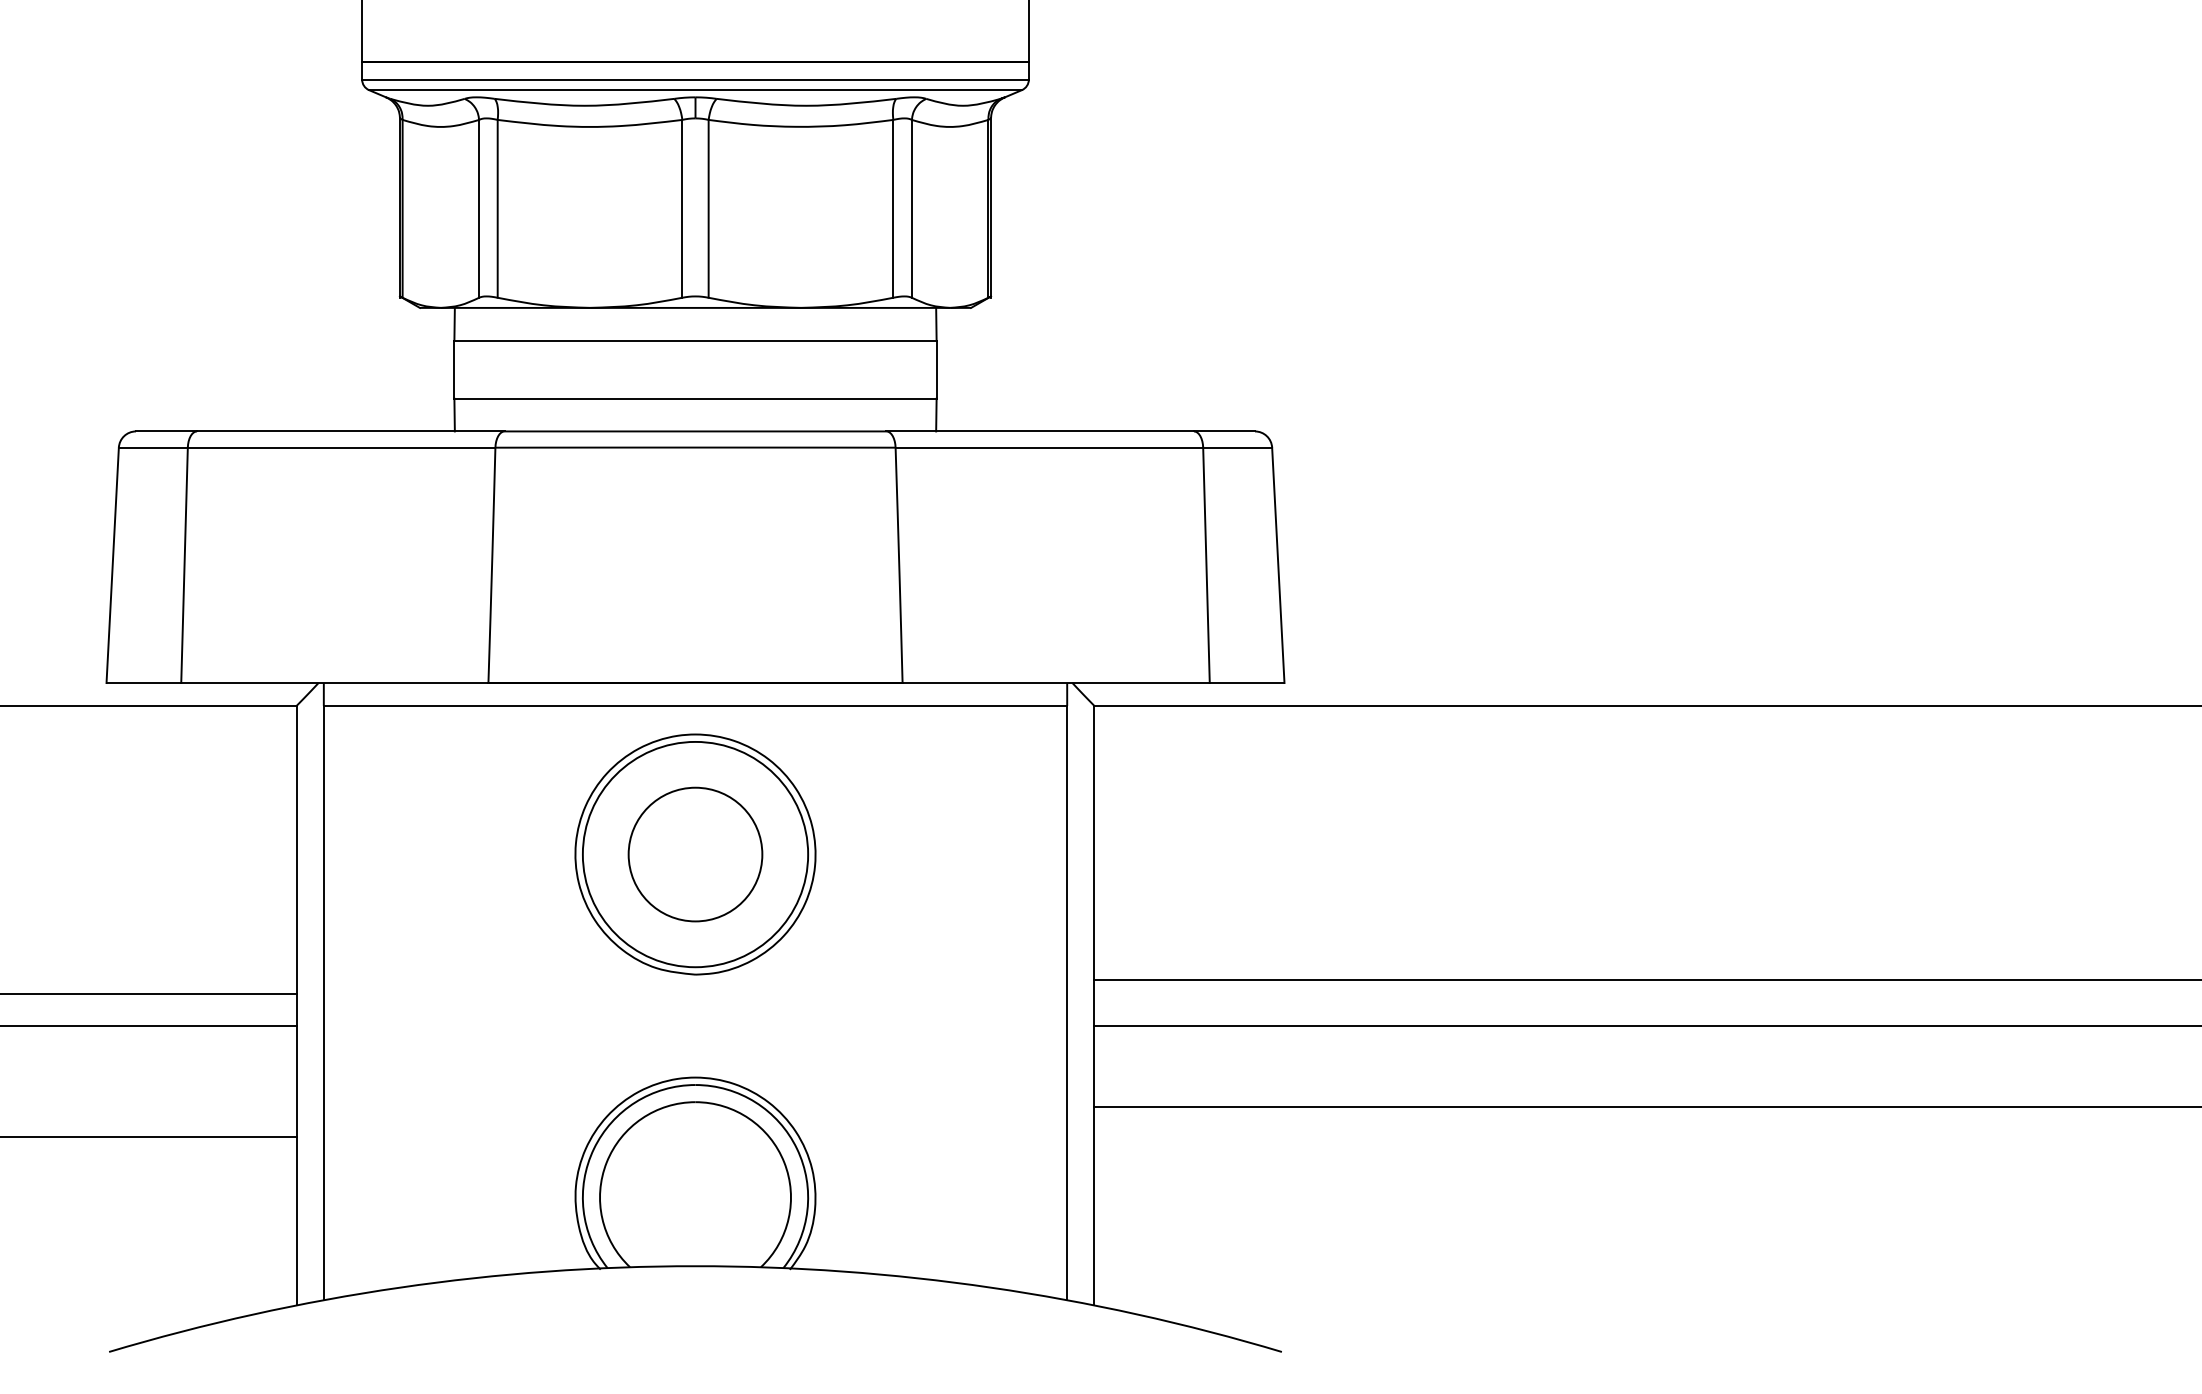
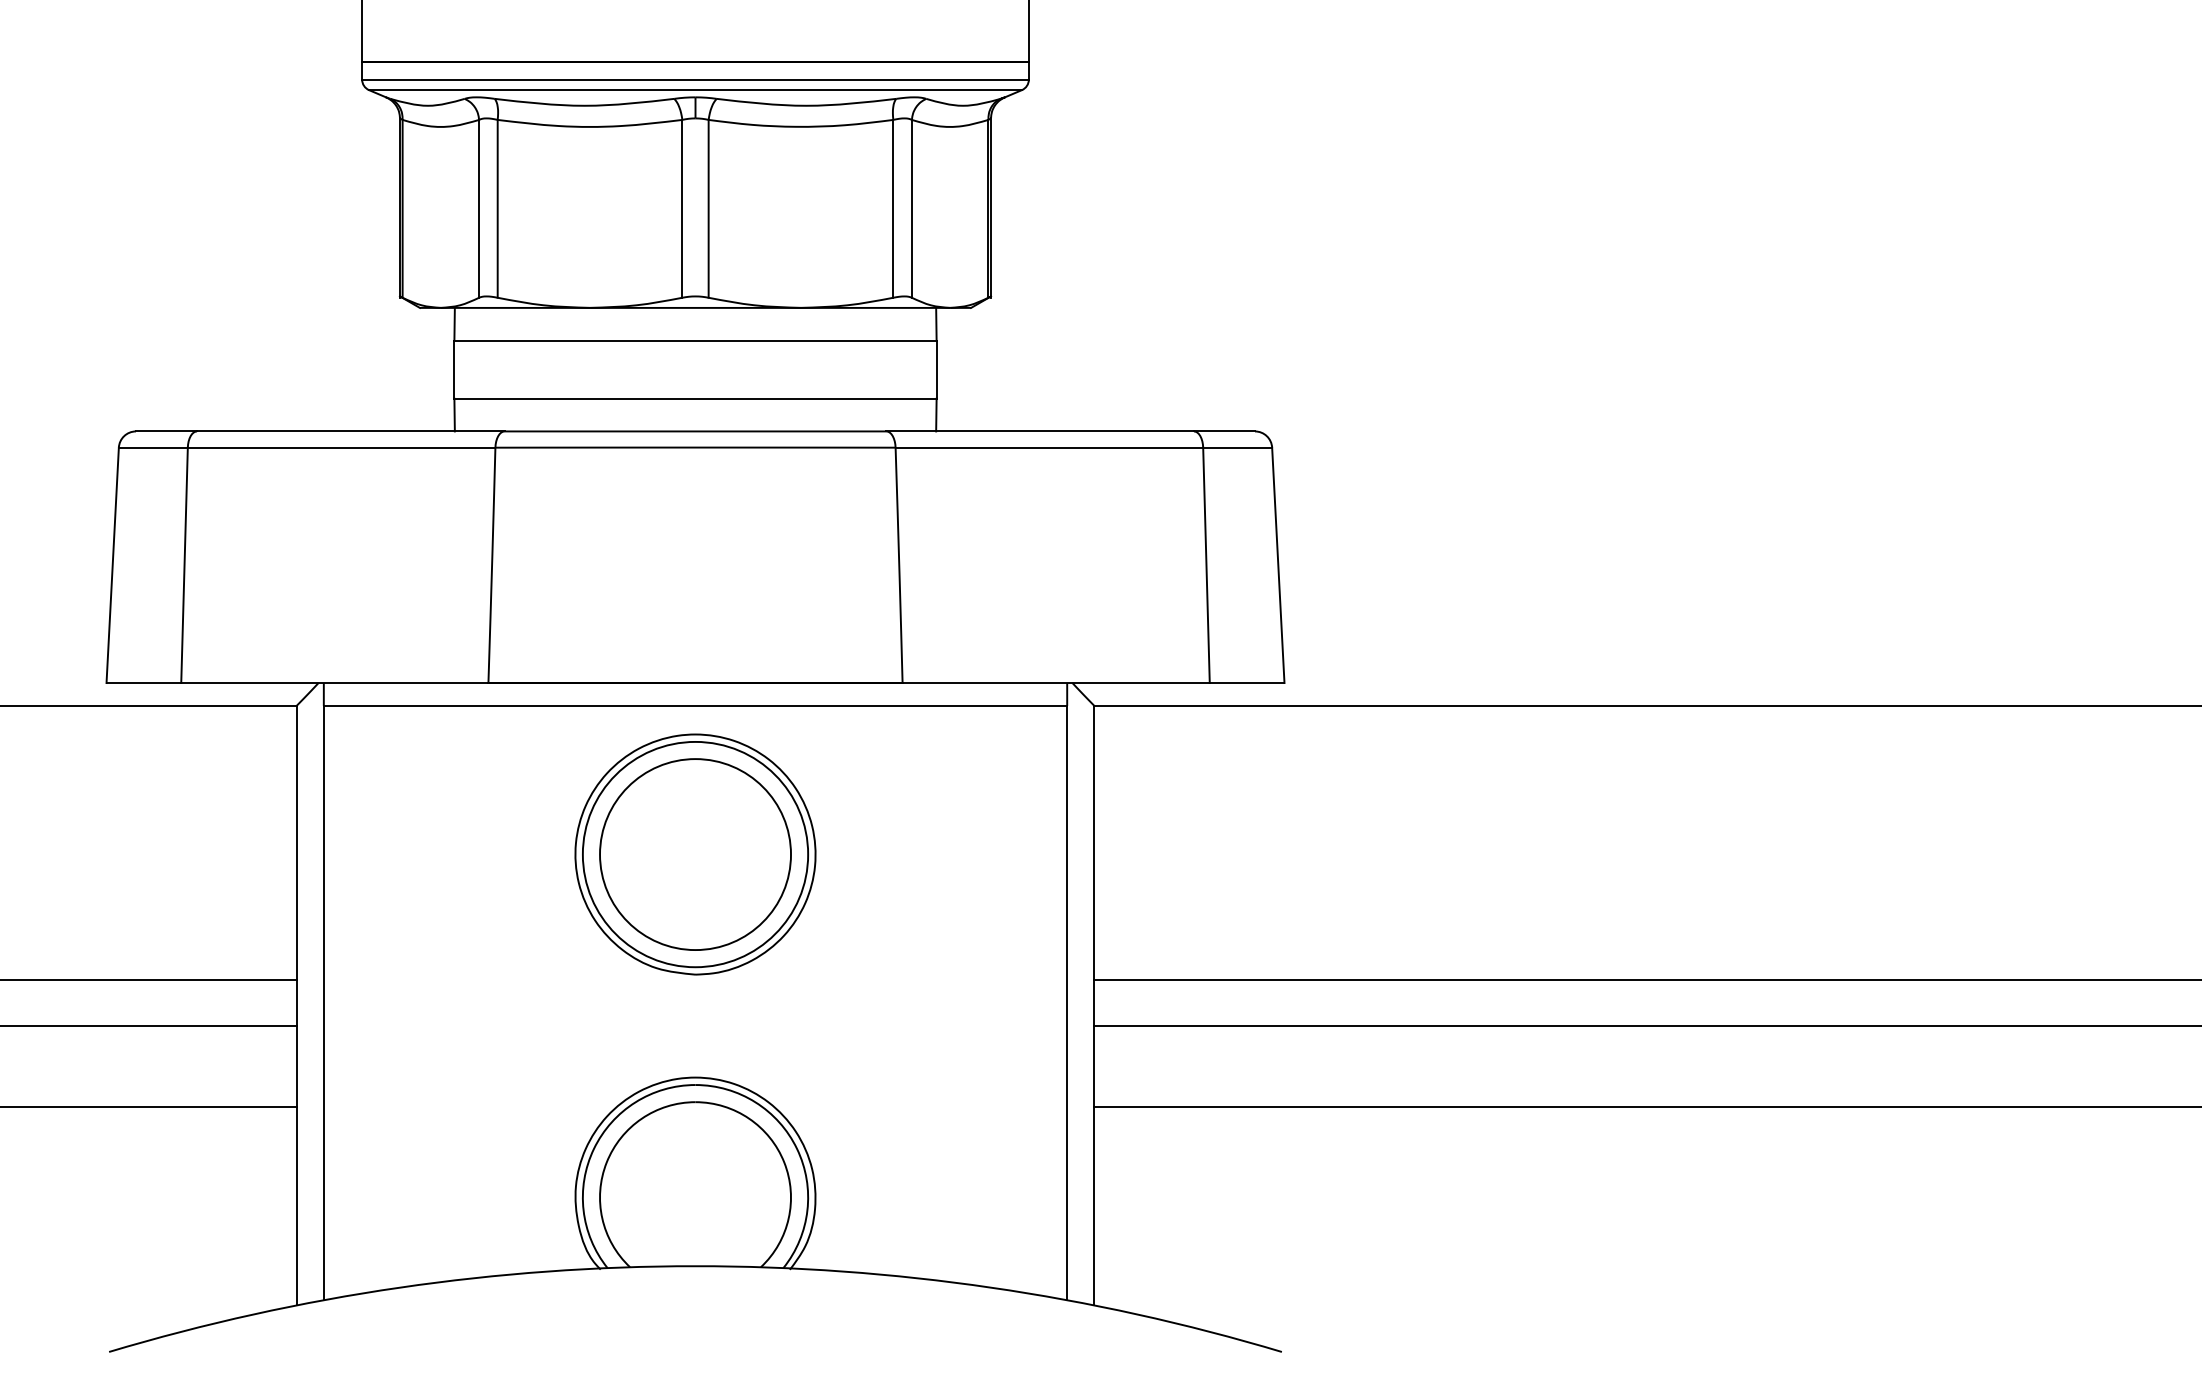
circle at (695, 854) diameter: 134 px -> 191 px
line at (149, 994) position: (149, 994) -> (149, 980)
line at (149, 1136) position: (149, 1136) -> (149, 1106)
